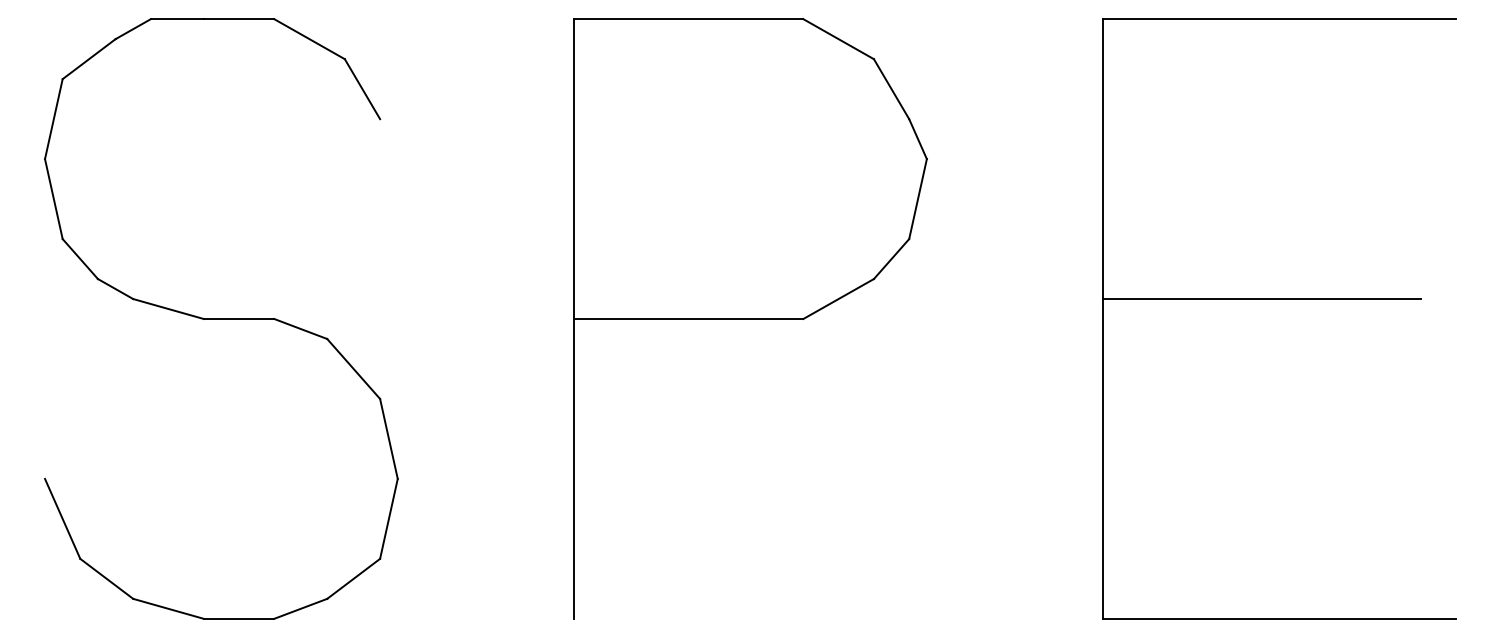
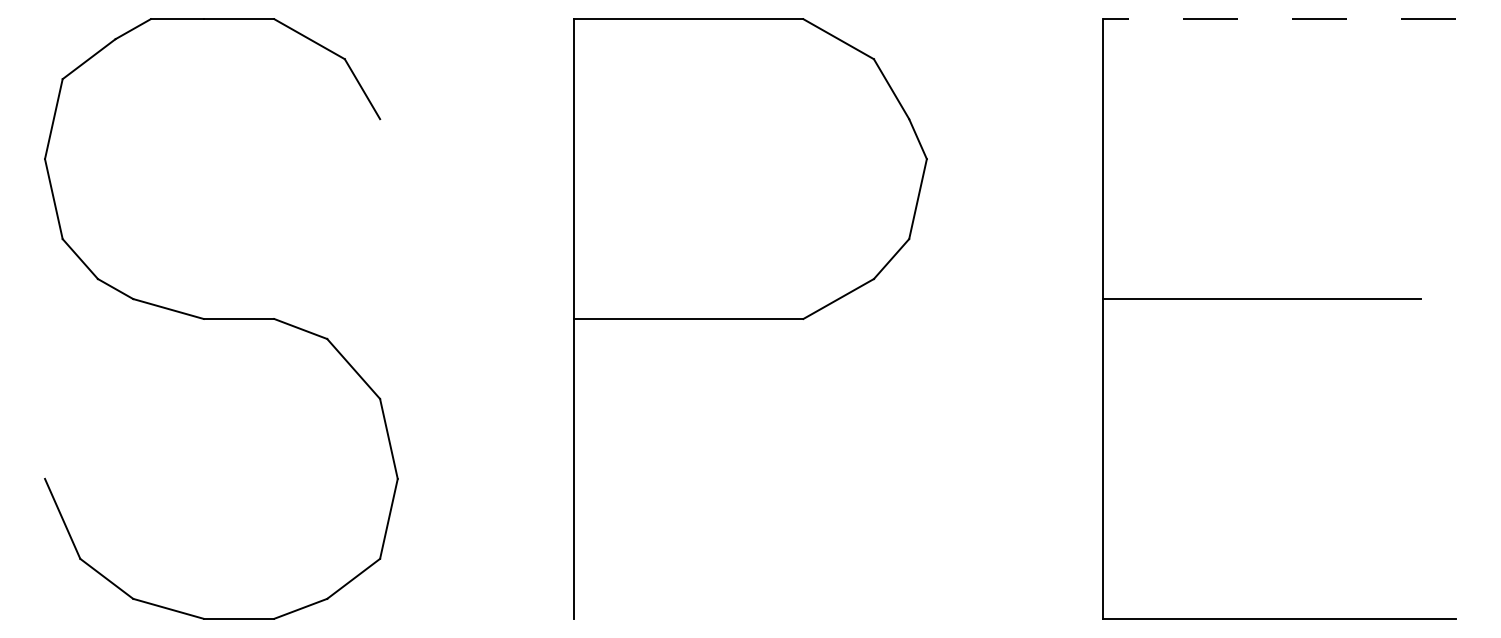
line at (1279, 19): solid -> dashed
